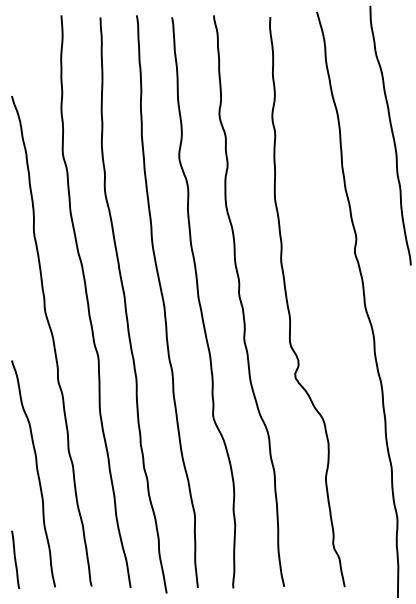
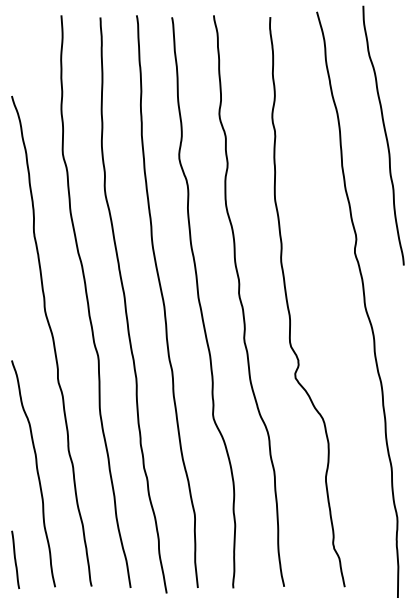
curve at (392, 135) position: (392, 135) -> (385, 135)
